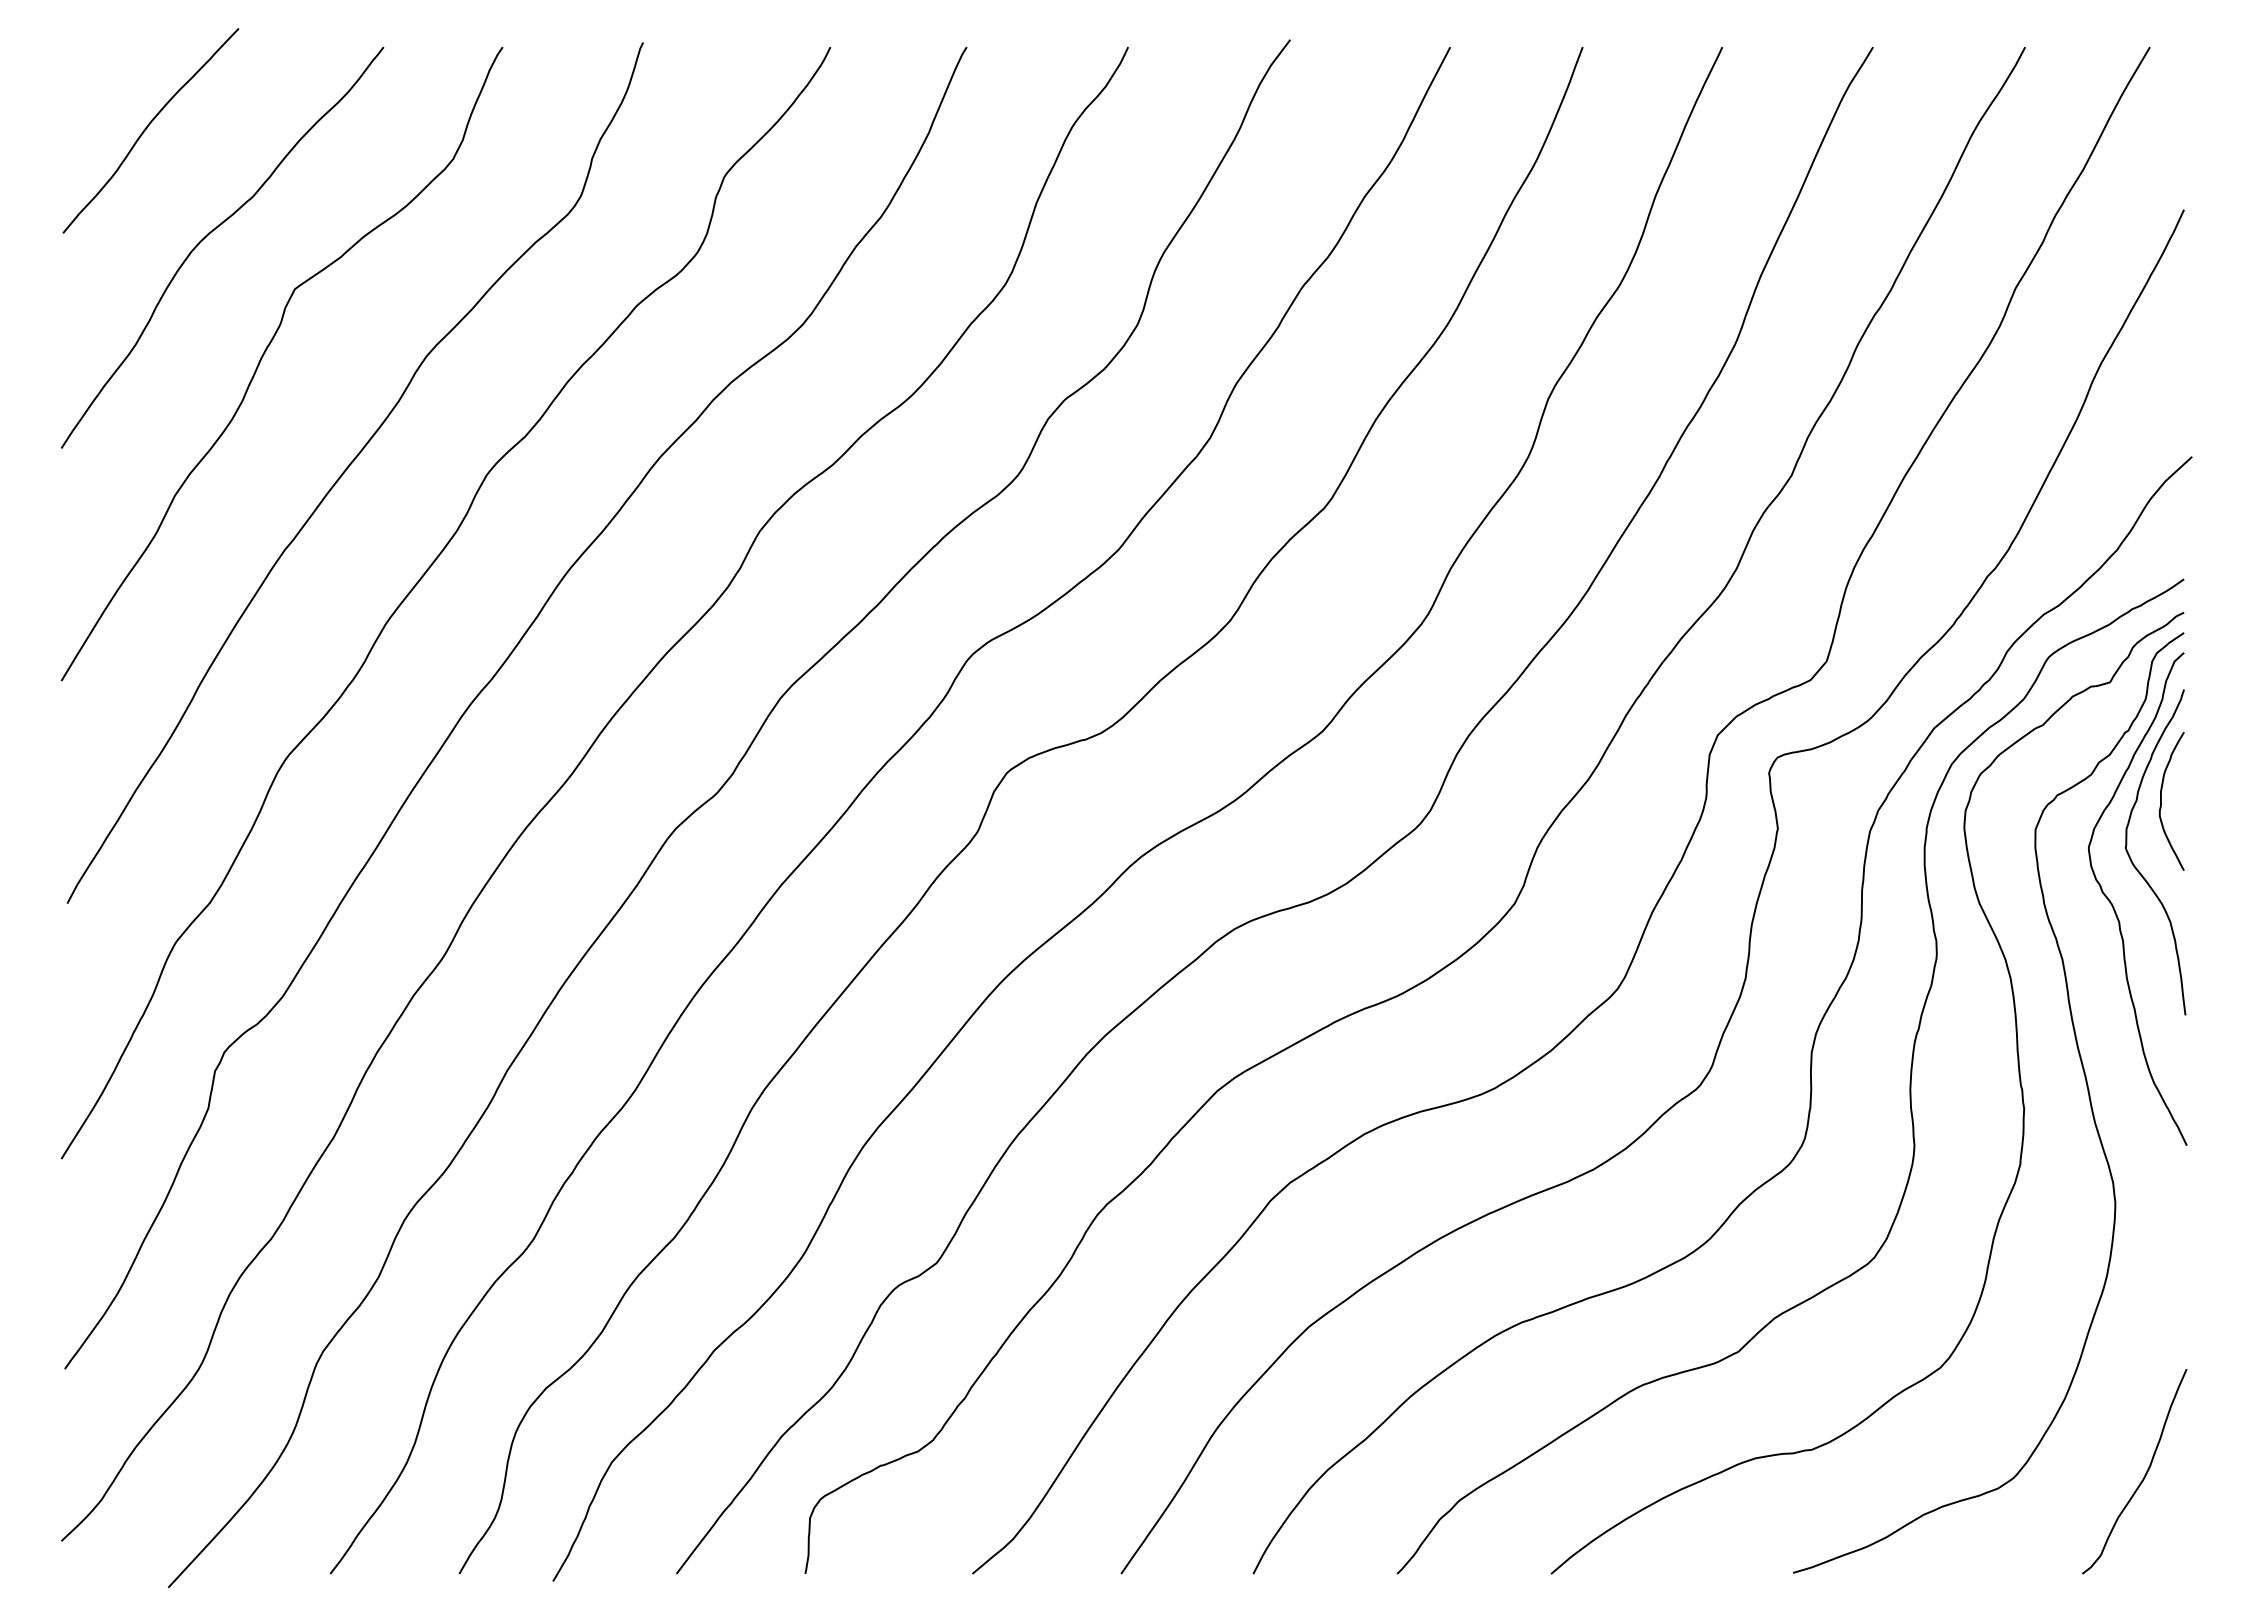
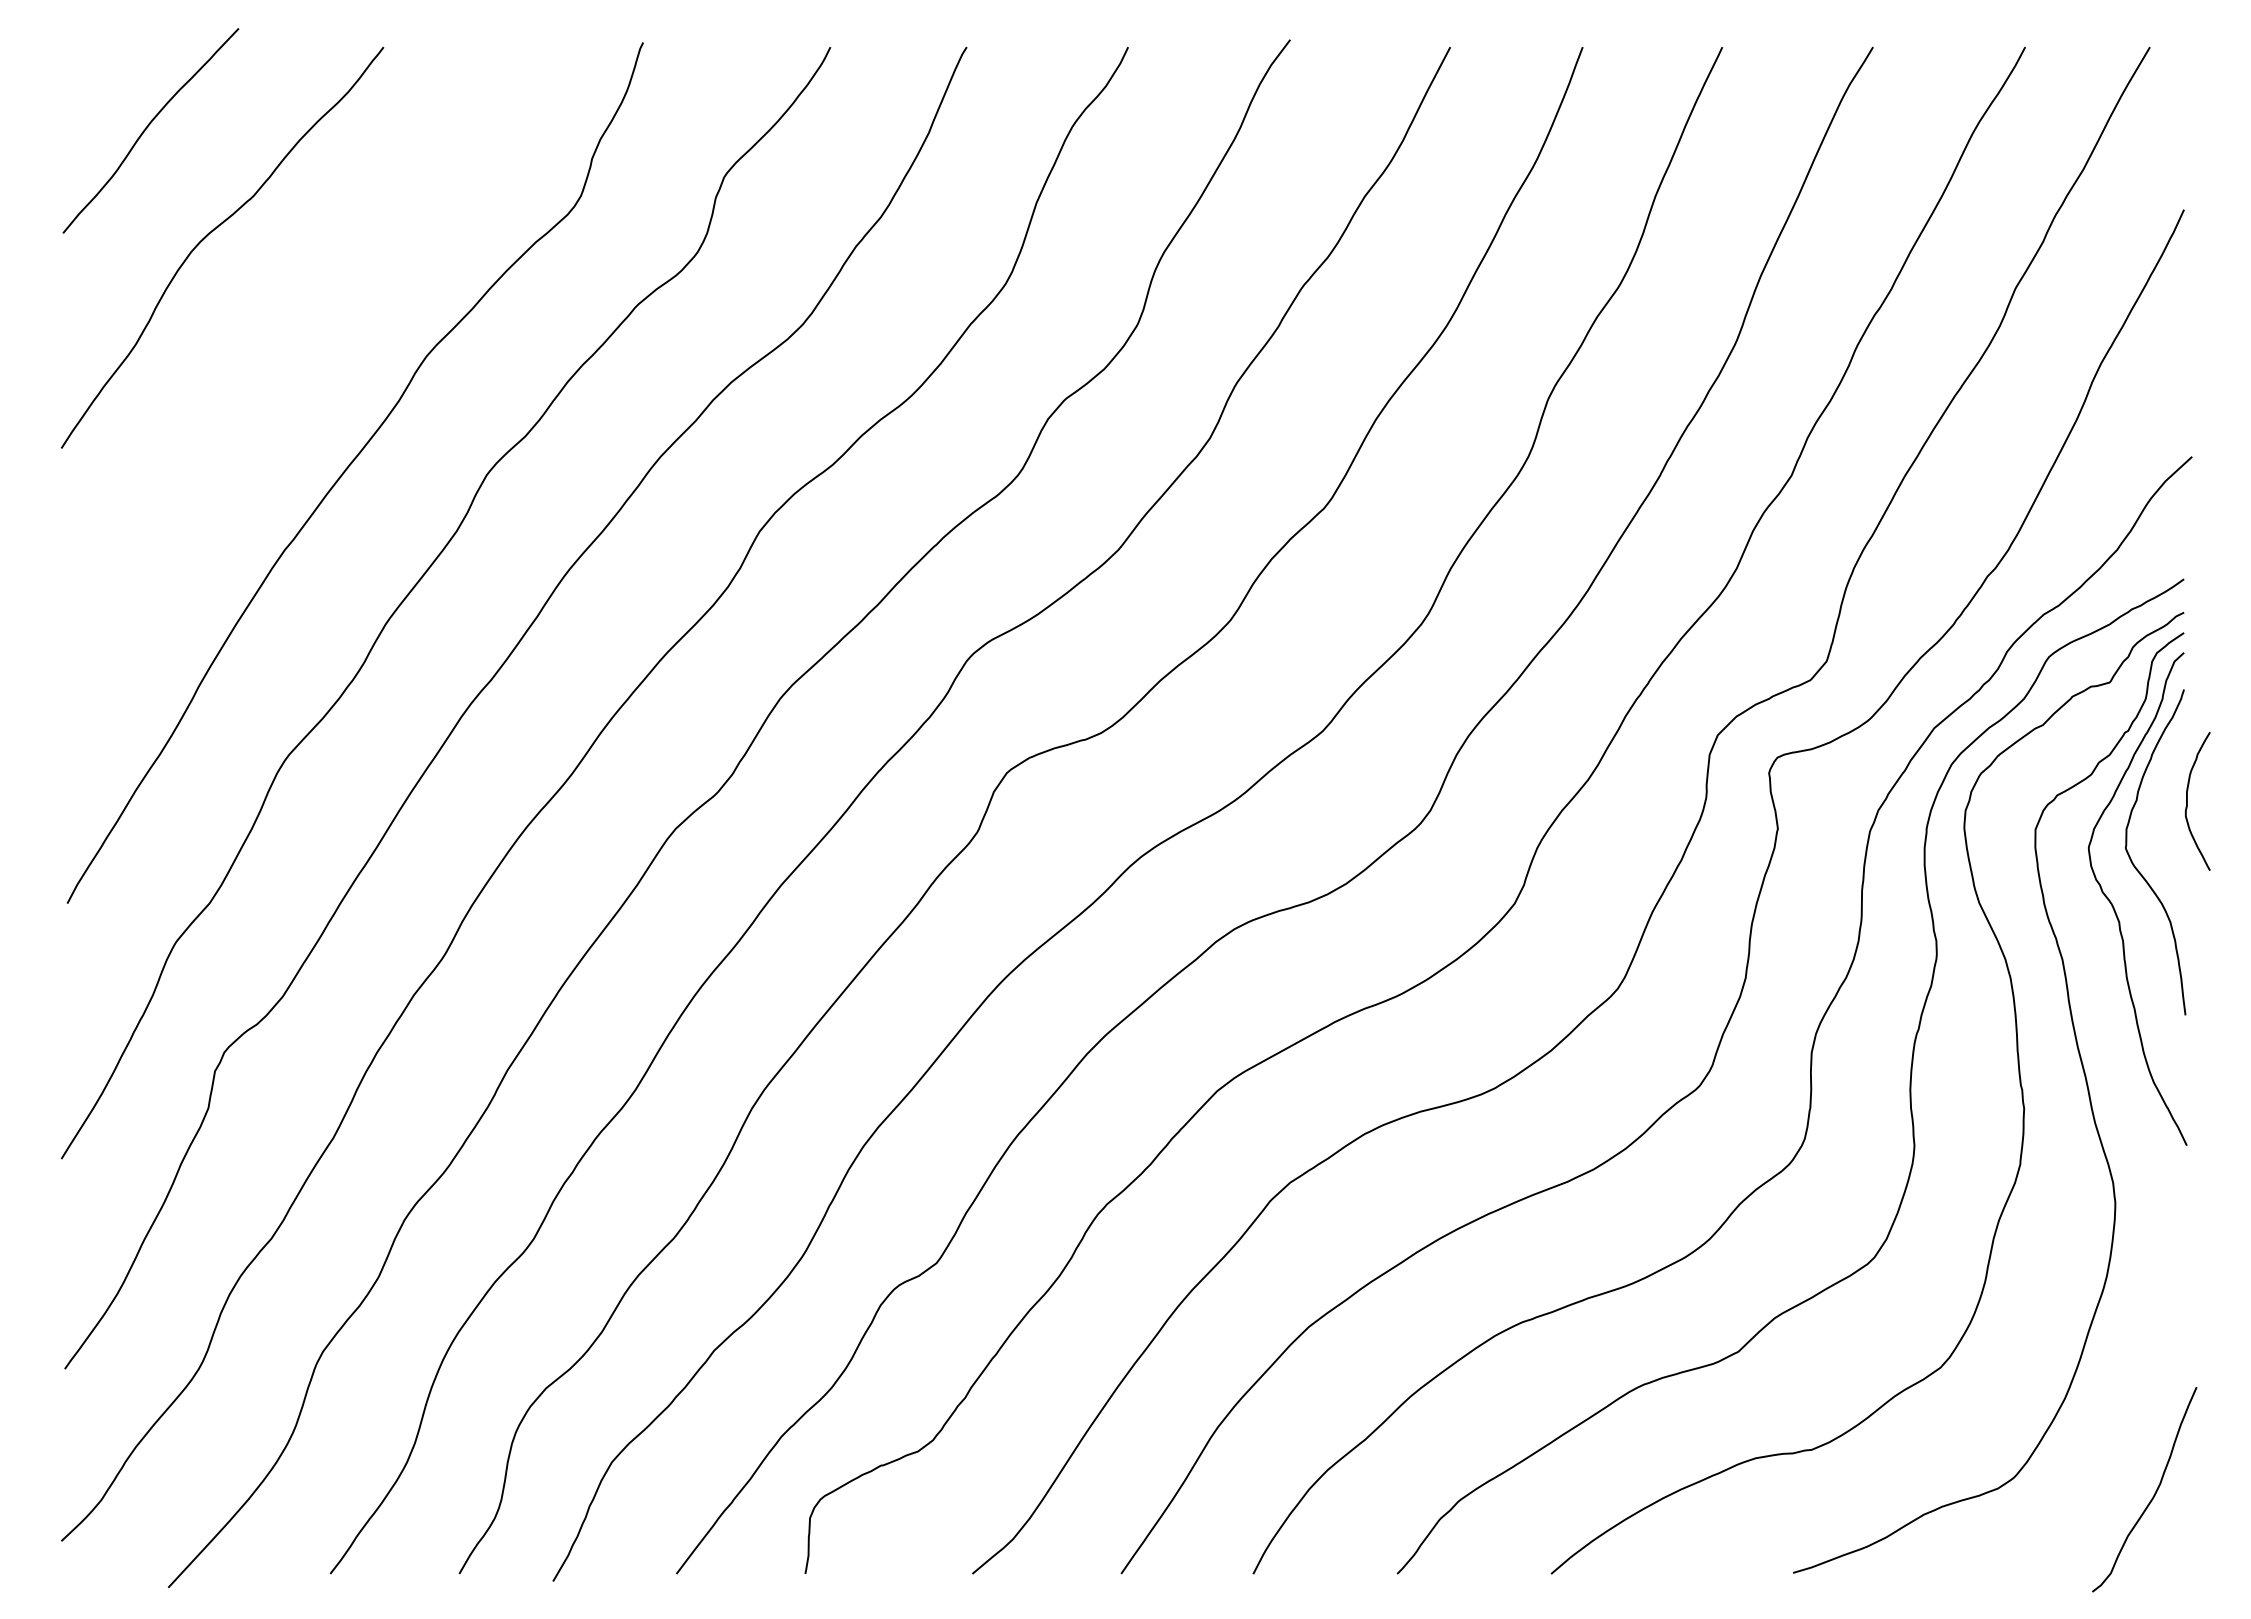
curve at (265, 353): present -> none
curve at (2161, 800) position: (2161, 800) -> (2187, 800)
curve at (2142, 1478) position: (2142, 1478) -> (2152, 1496)
